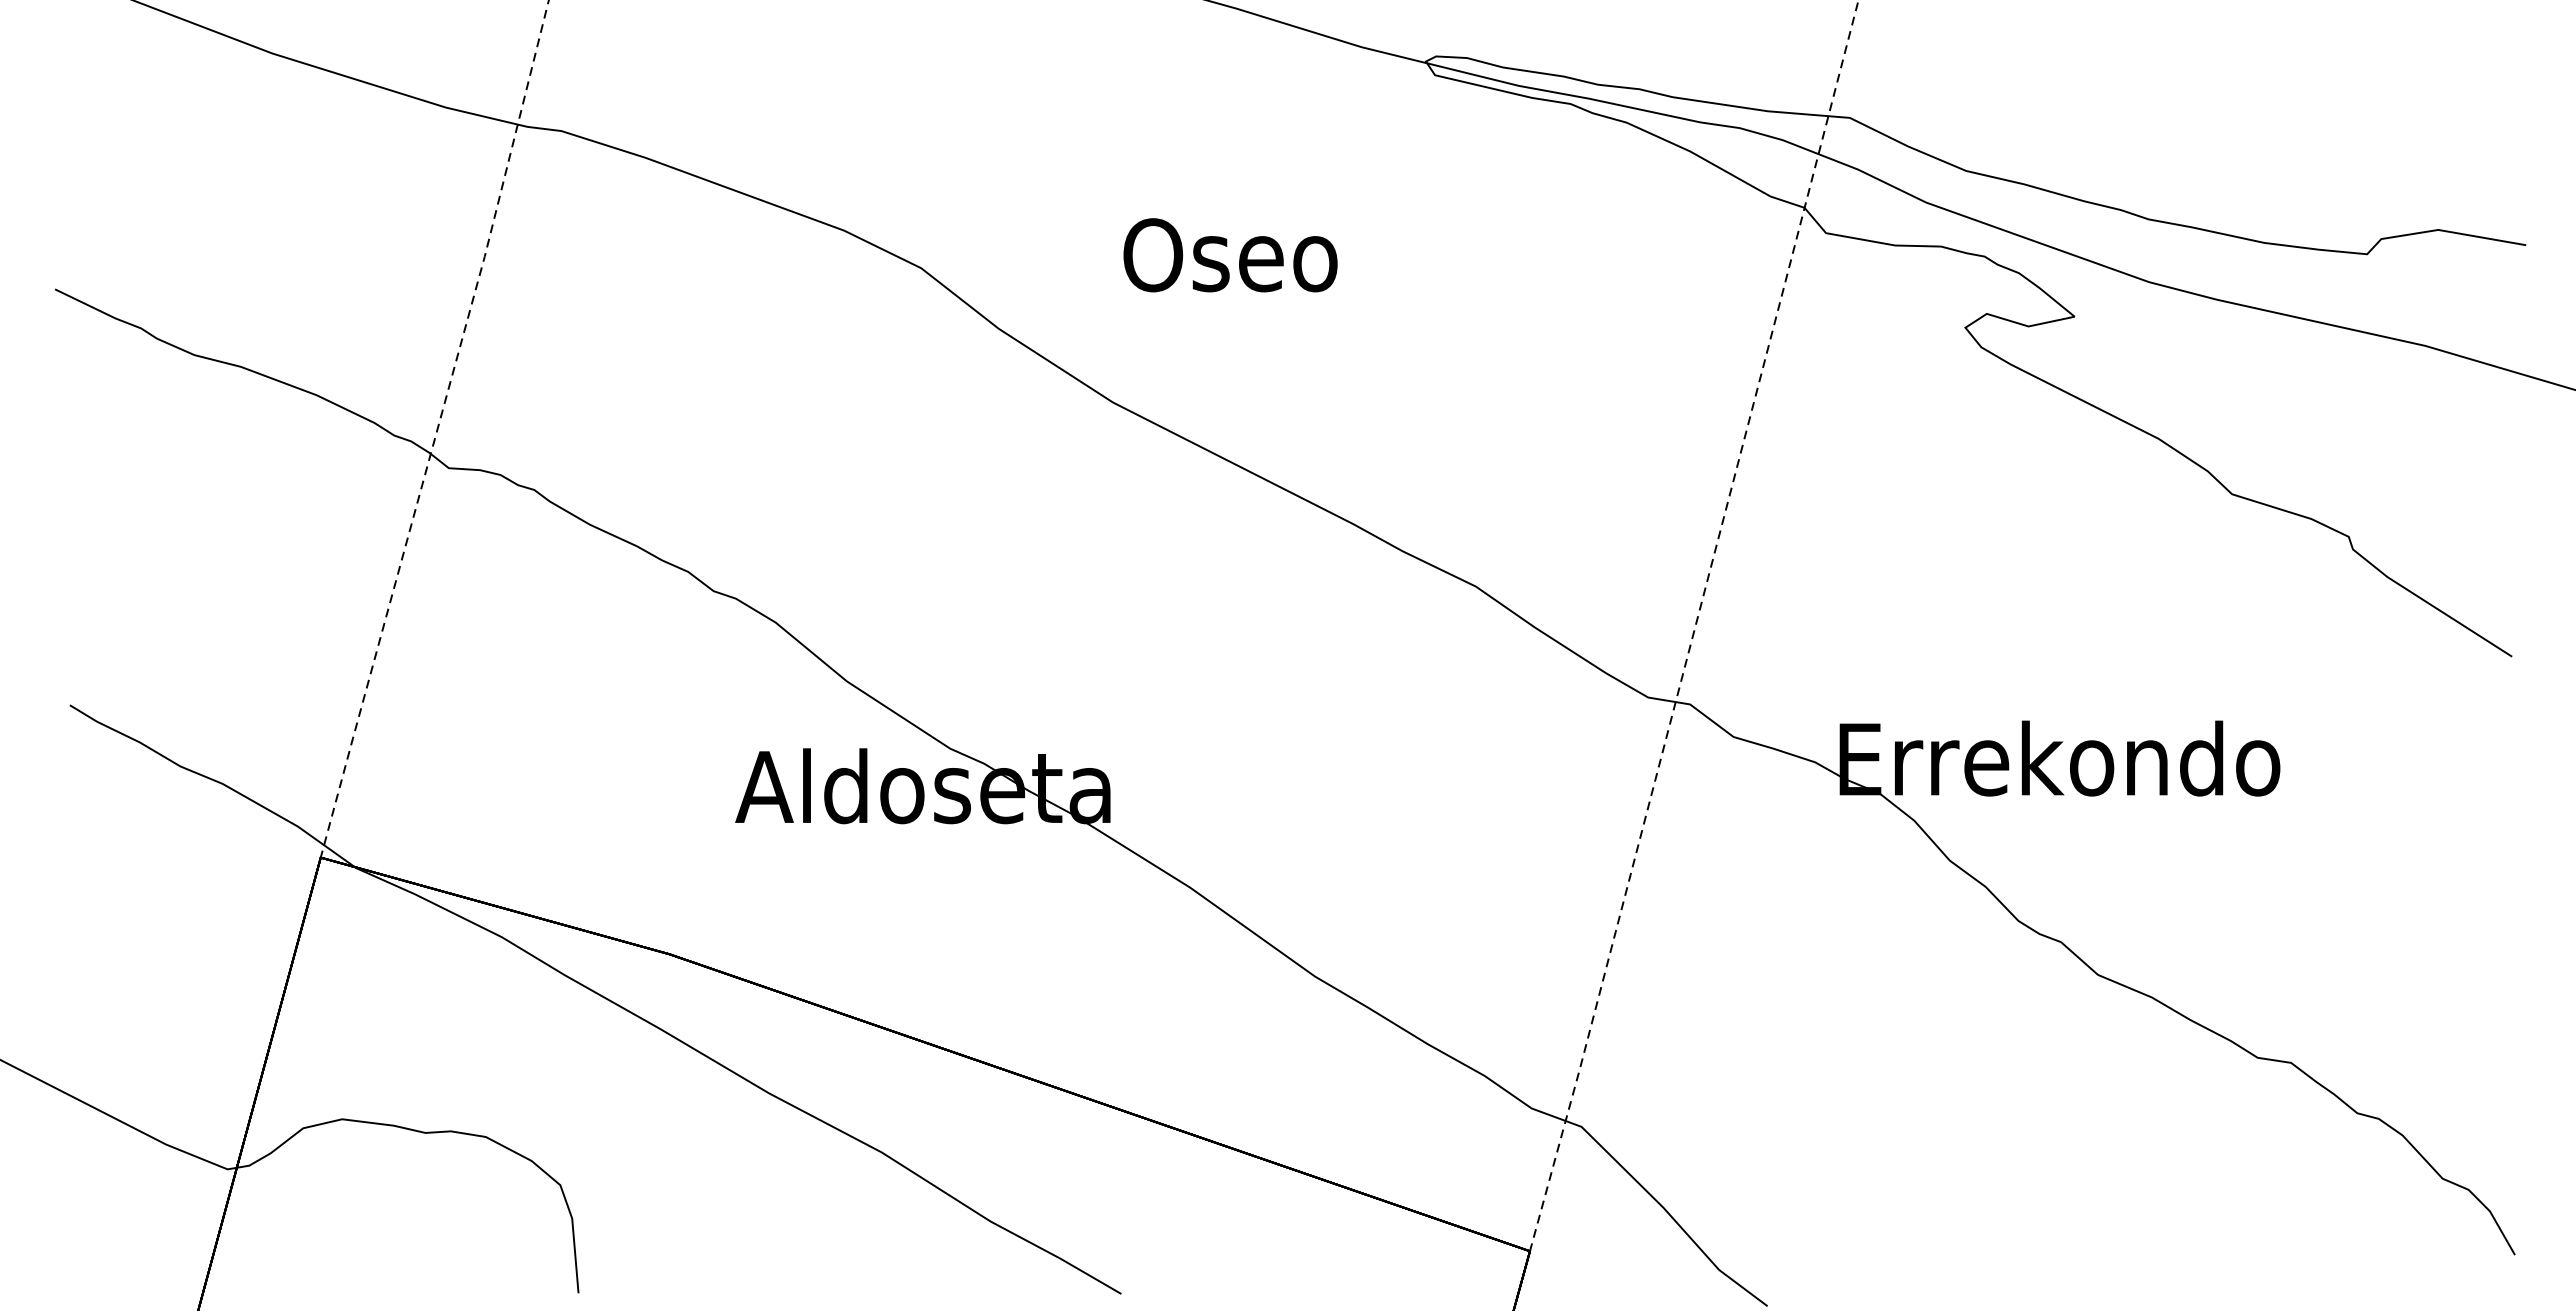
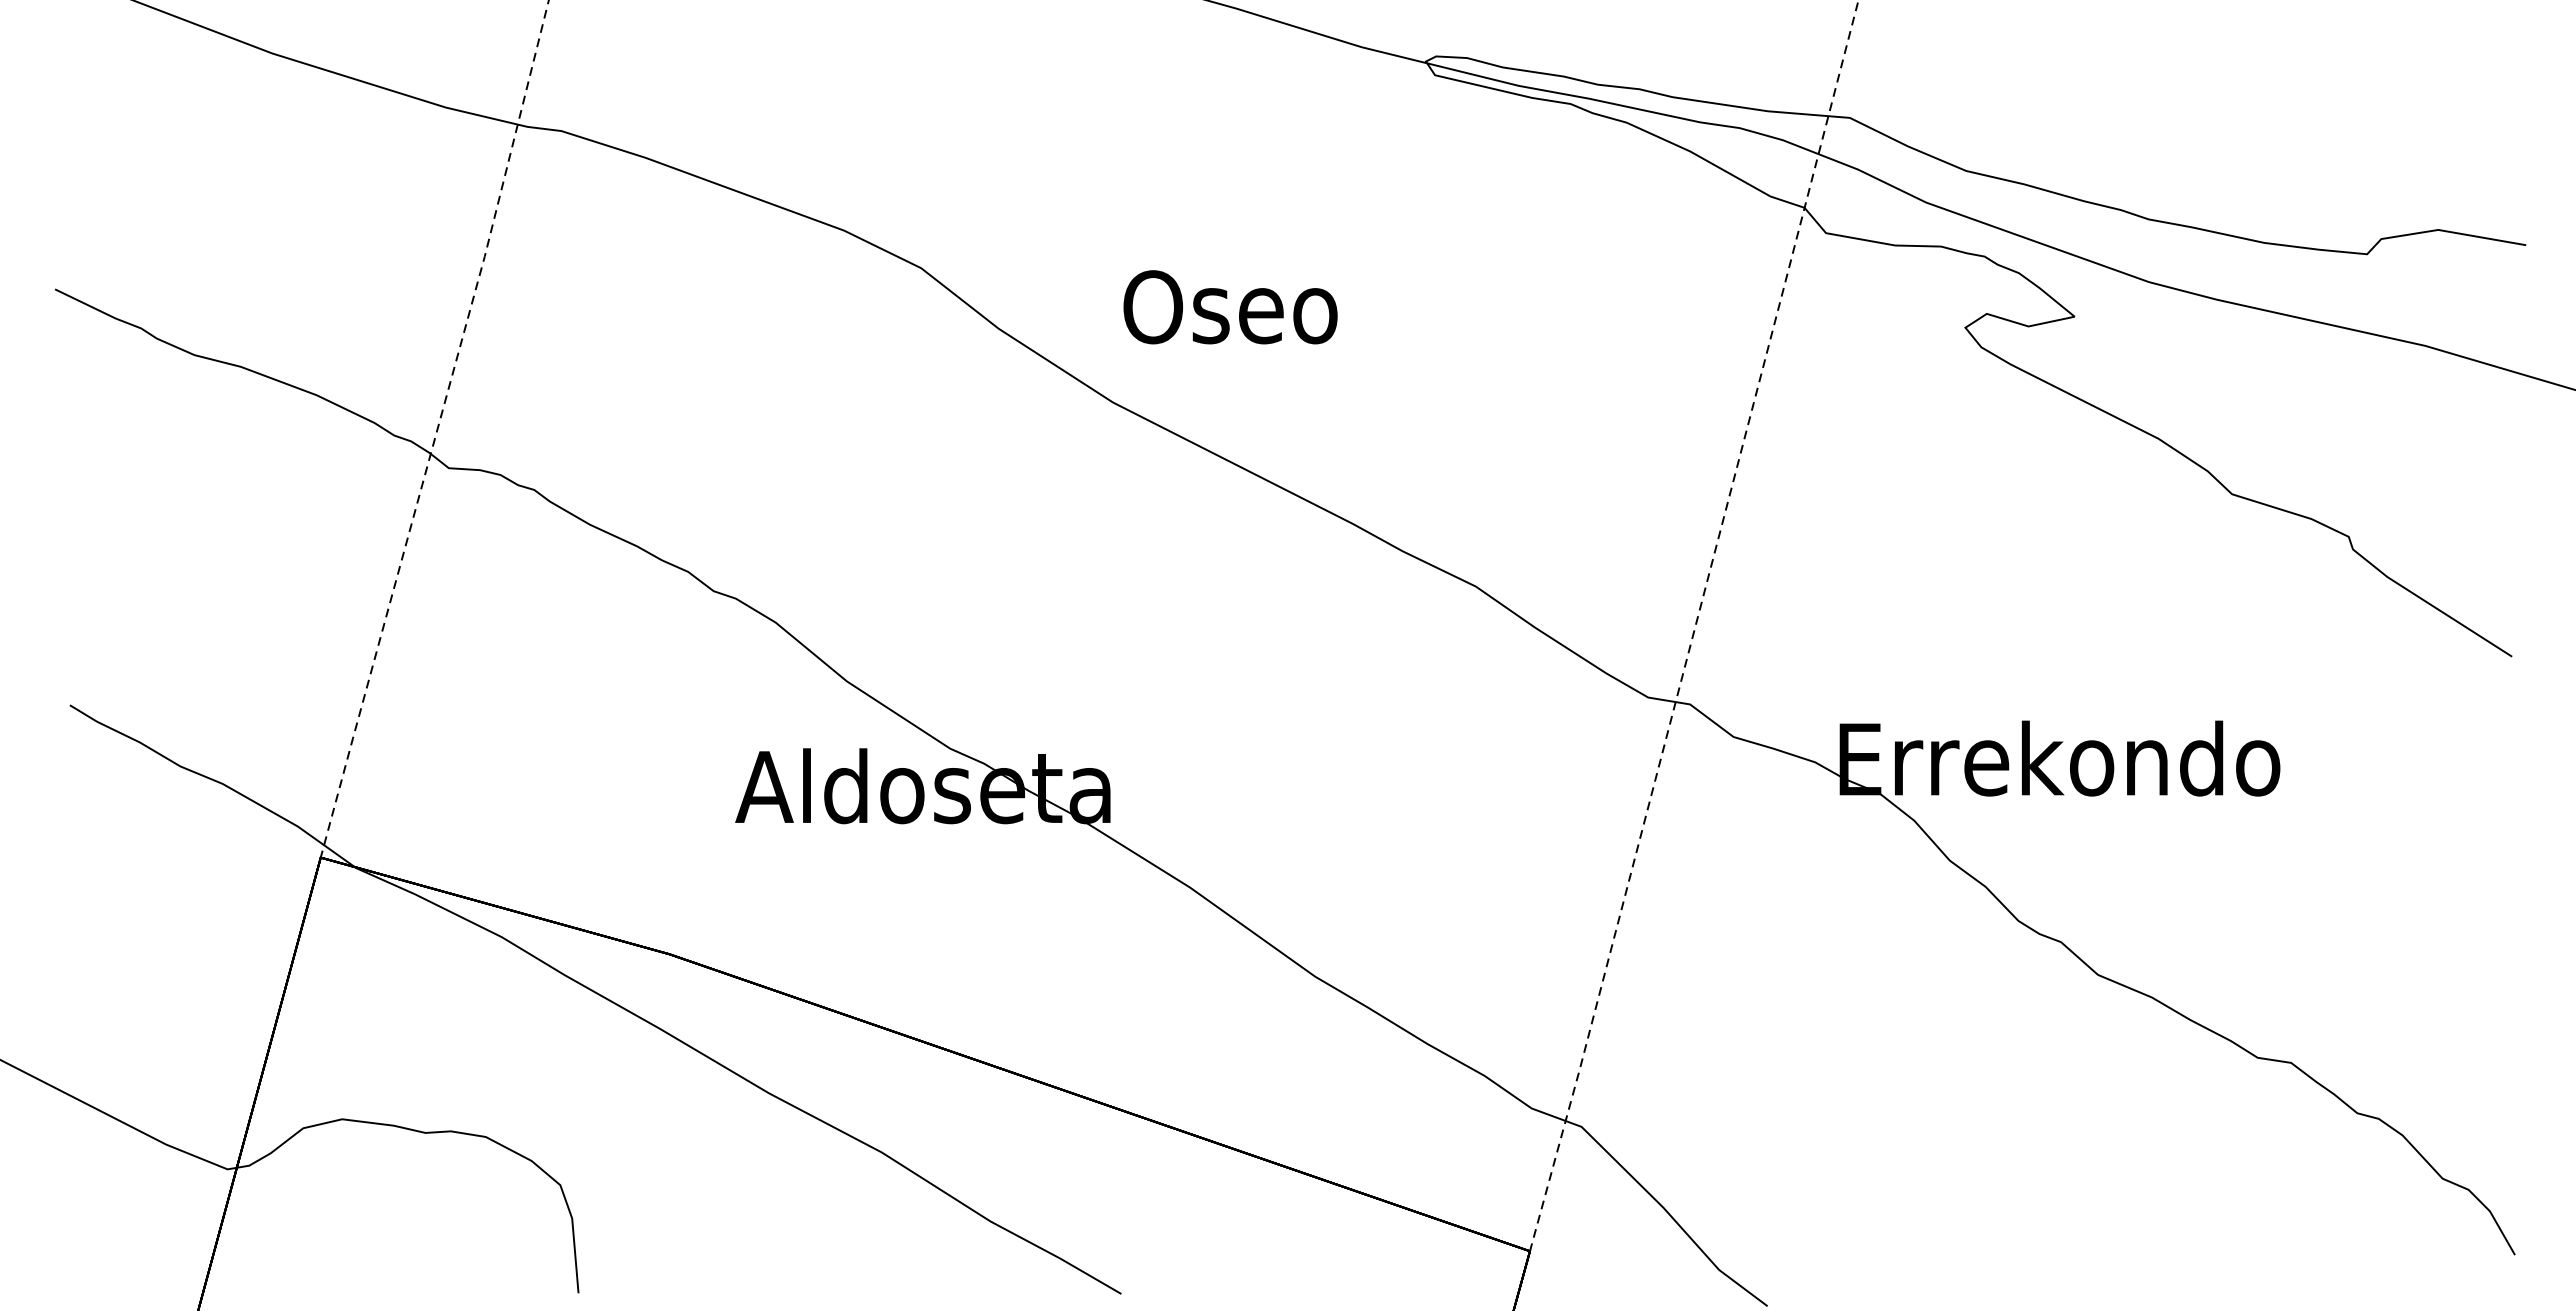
text at (1230, 255) position: (1230, 255) -> (1230, 307)
